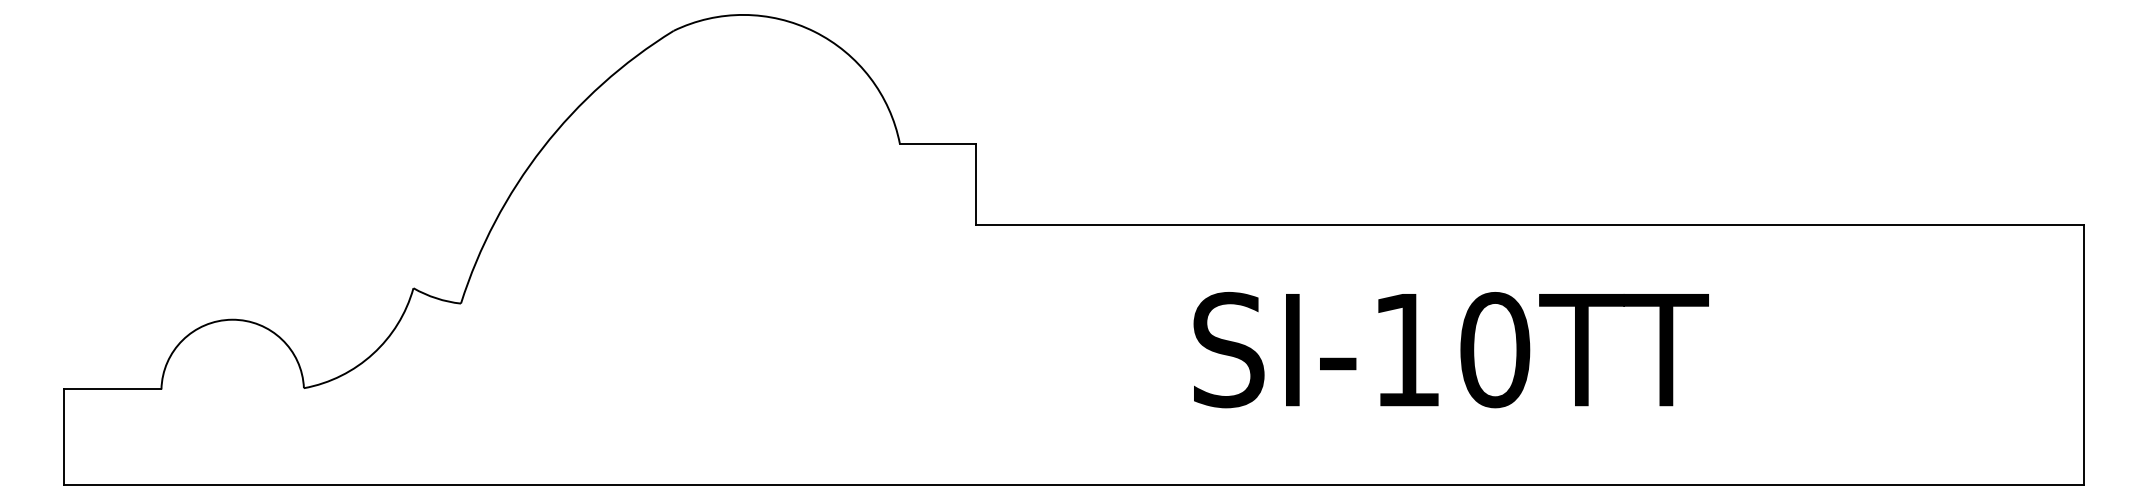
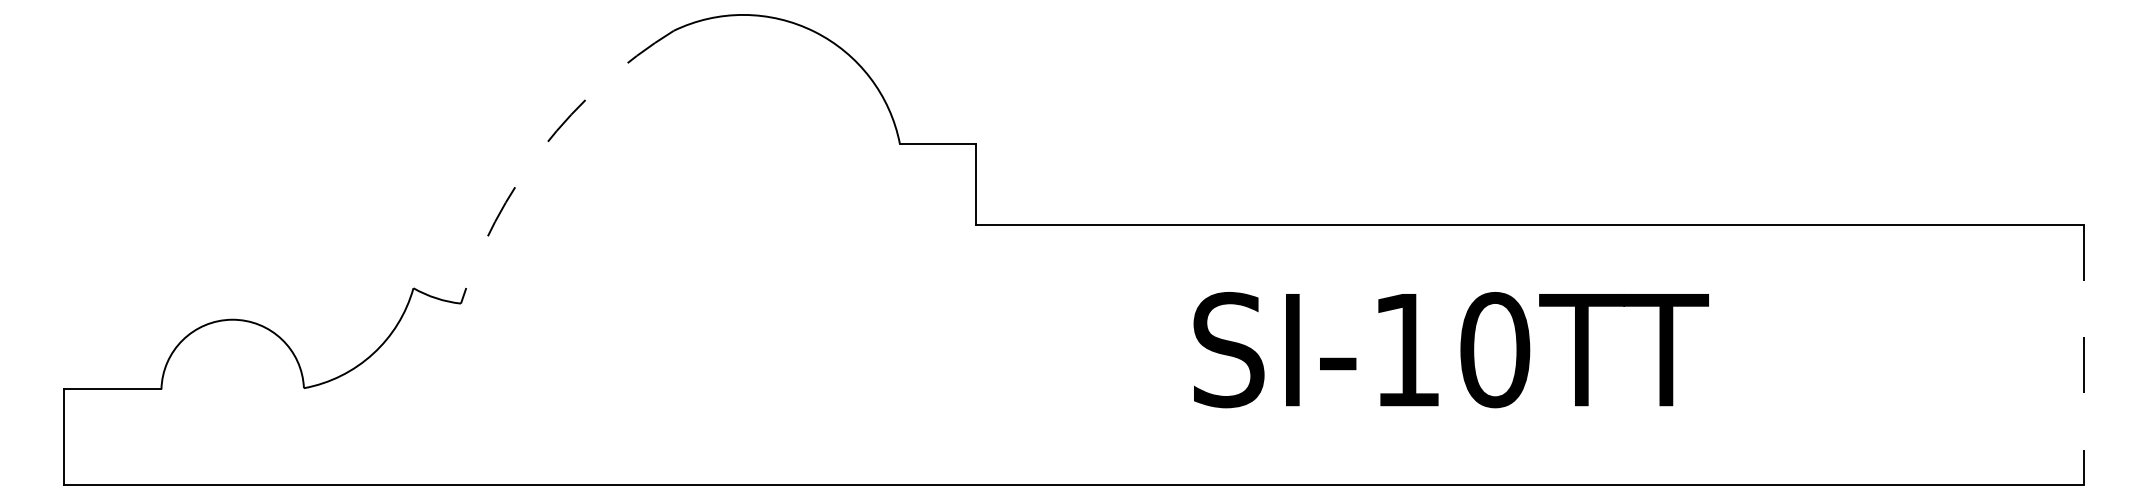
arc at (542, 148): solid -> dashed
line at (2083, 355): solid -> dashed
